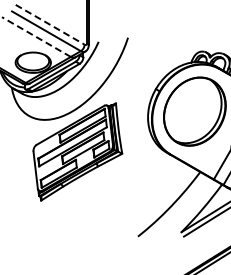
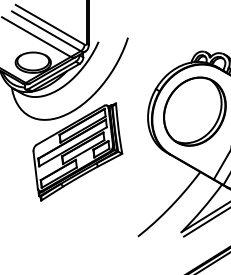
line at (50, 24): dashed -> solid
line at (36, 37): dashed -> solid
